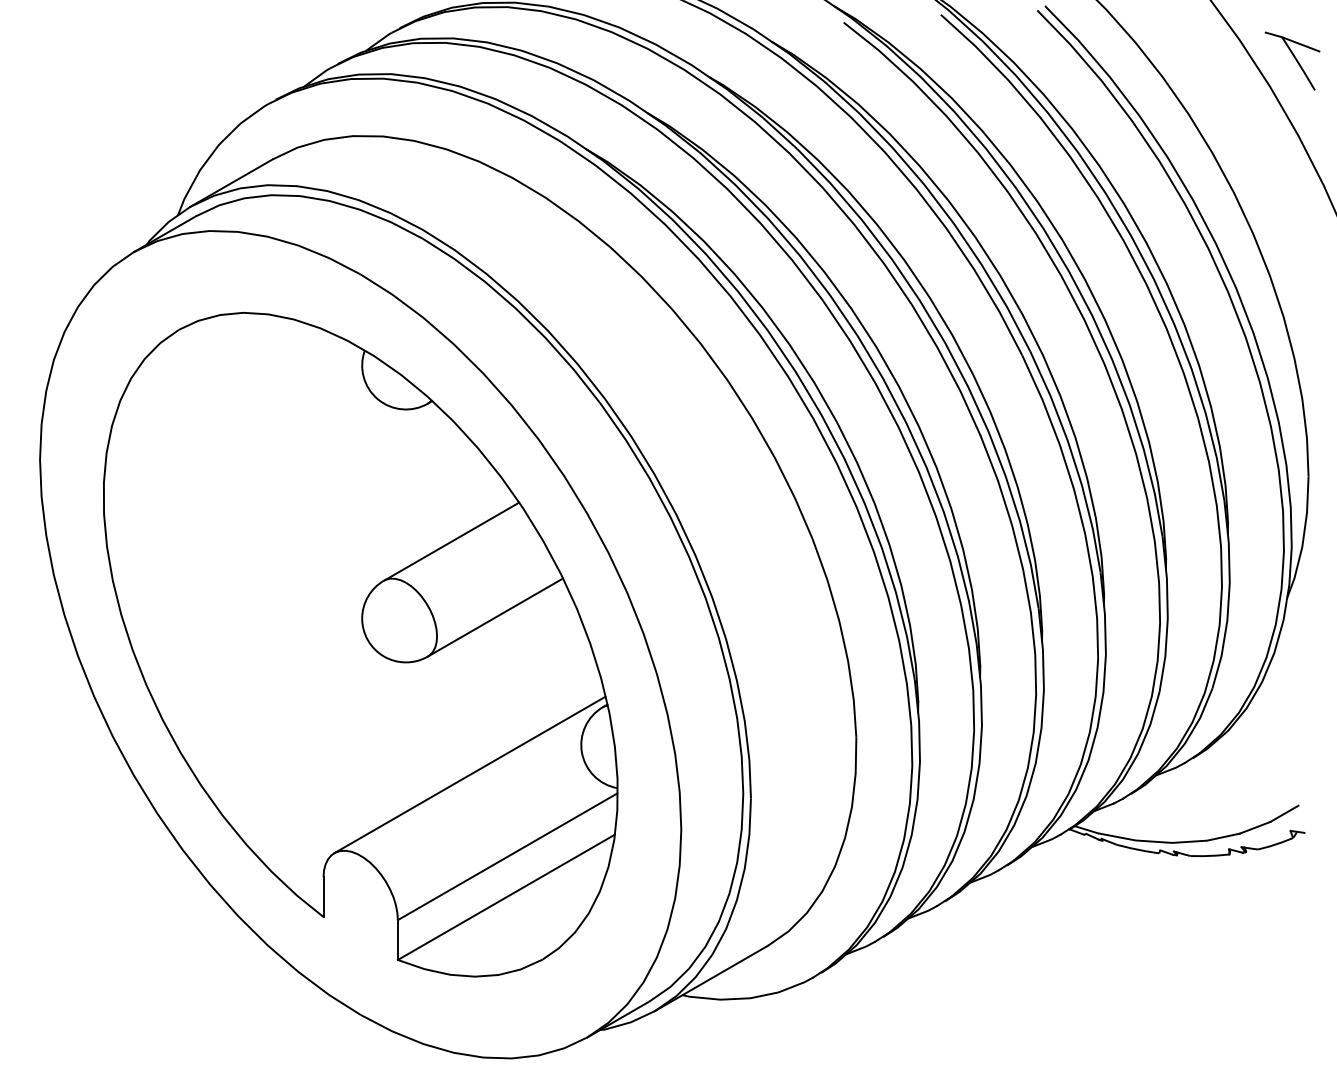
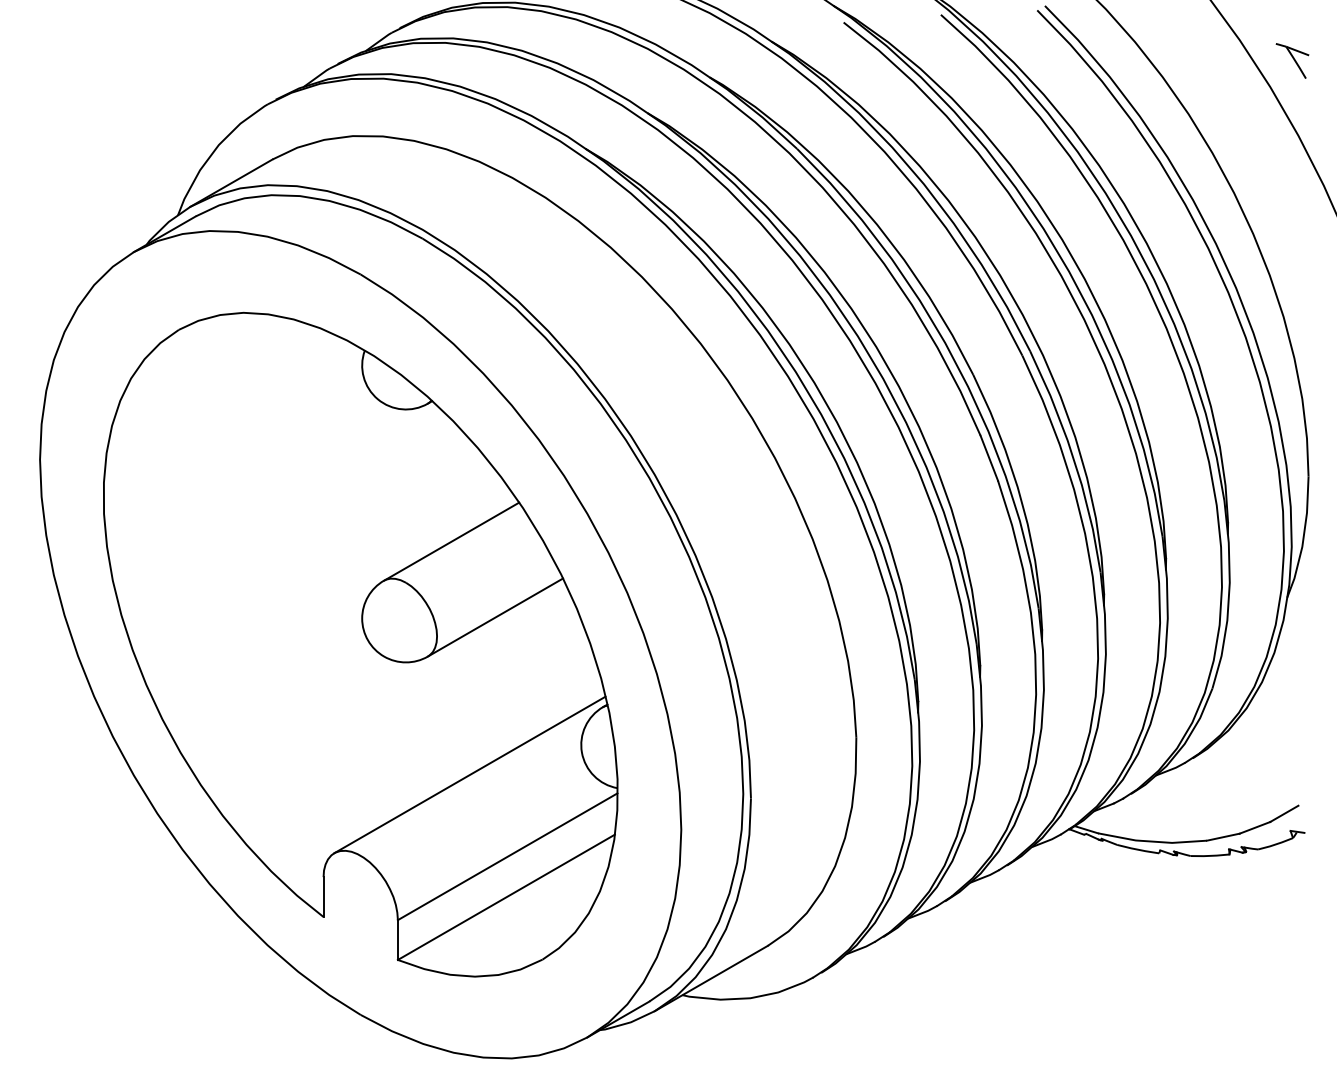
part at (1292, 60) size: 57x60 px -> 35x36 px
